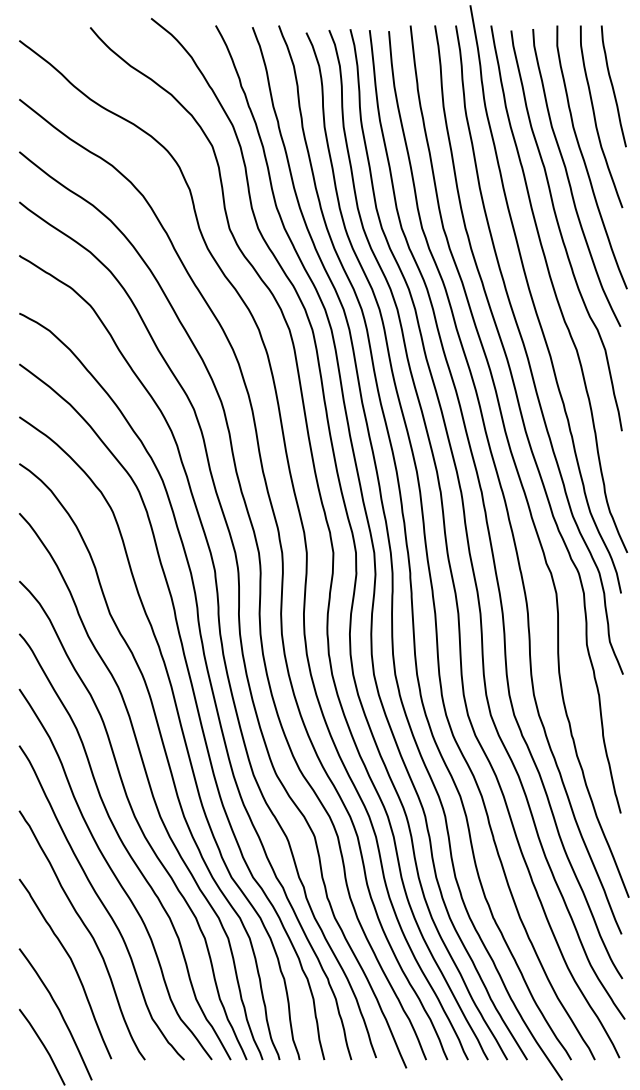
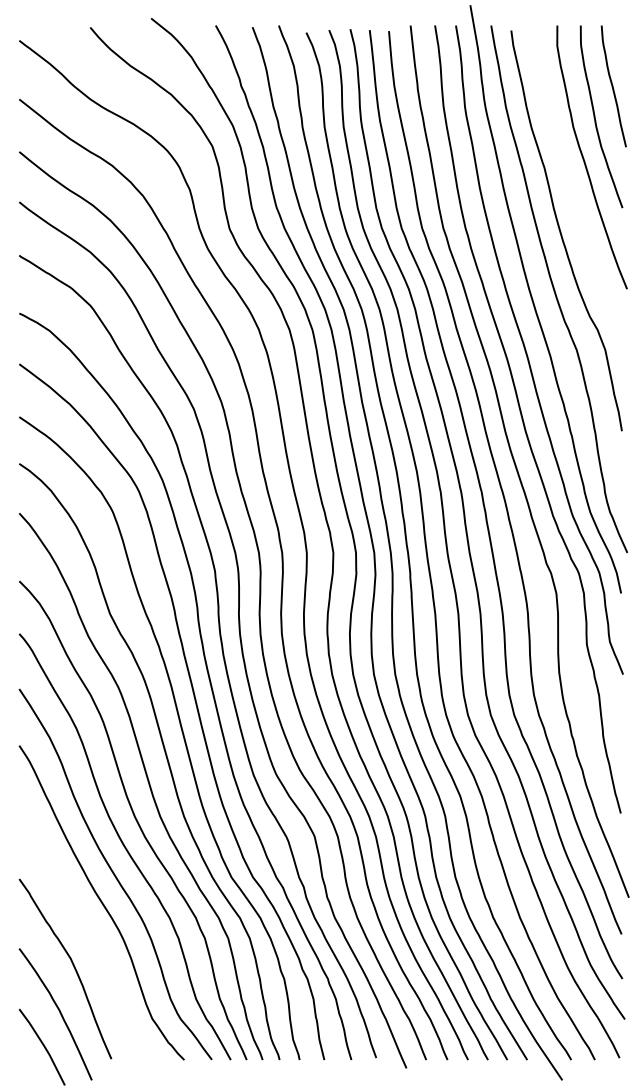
curve at (569, 178): present -> none
curve at (87, 931): present -> none
